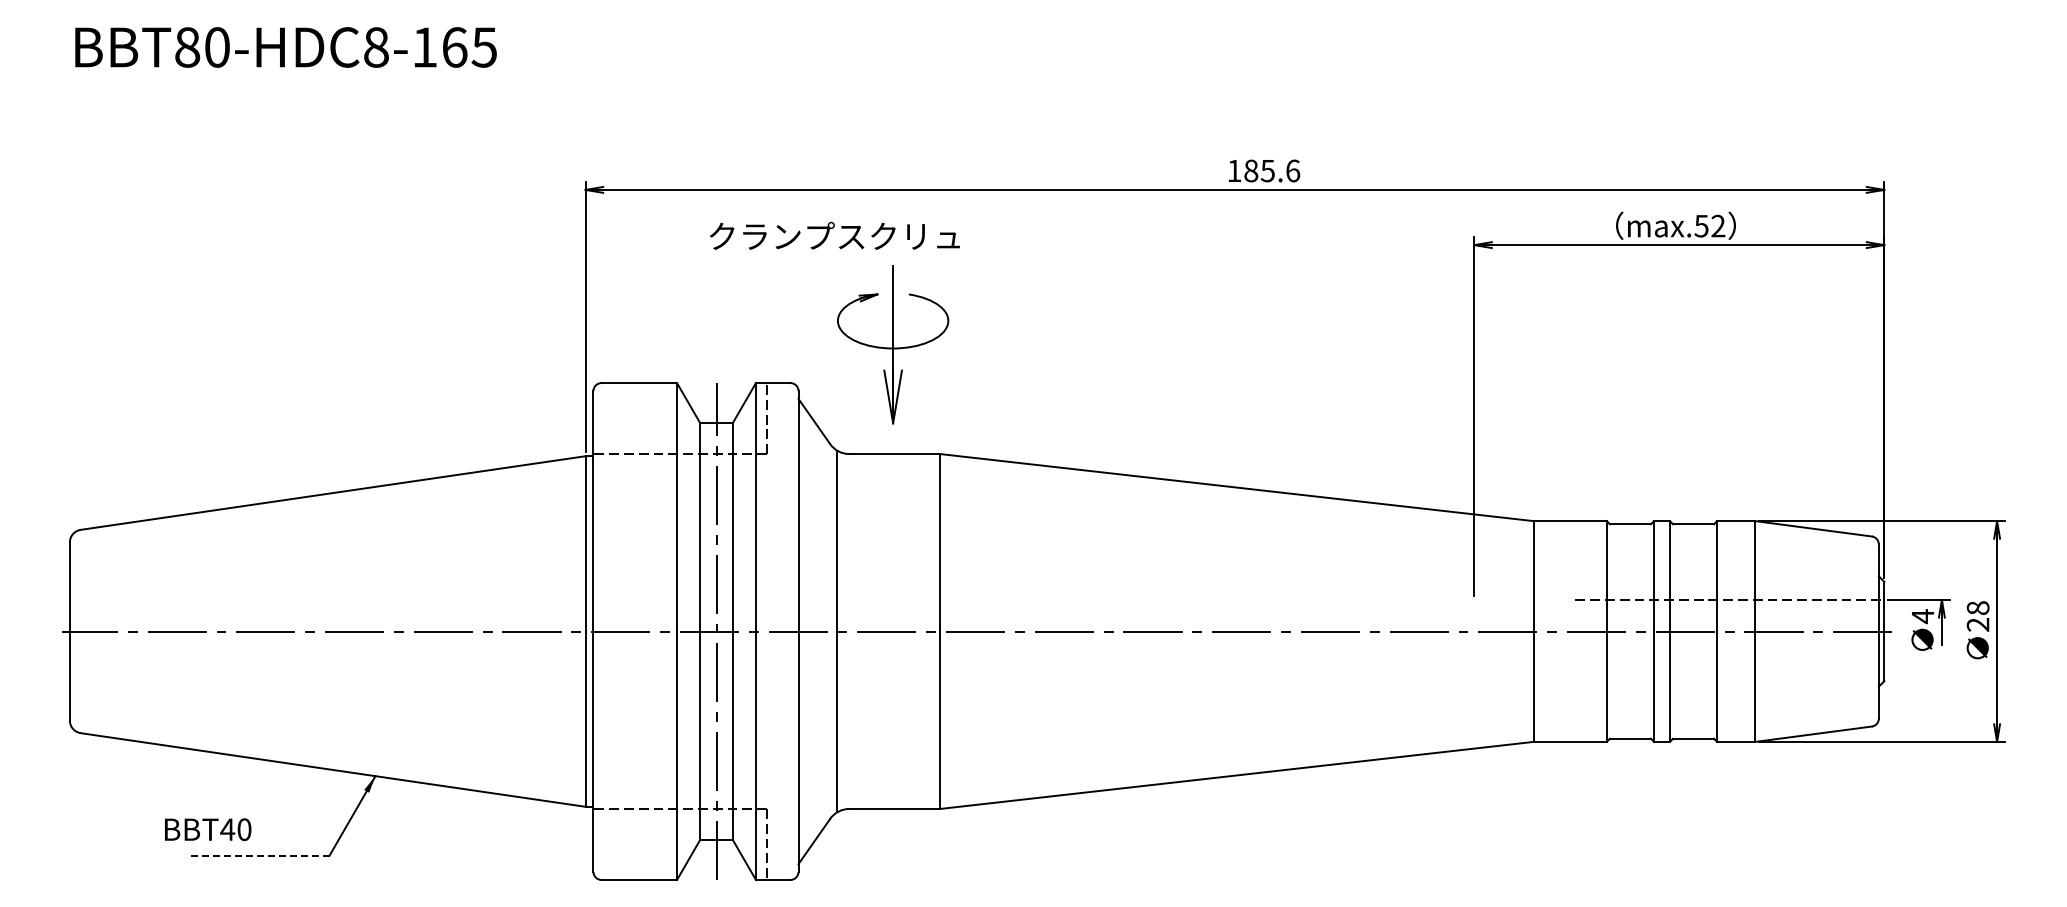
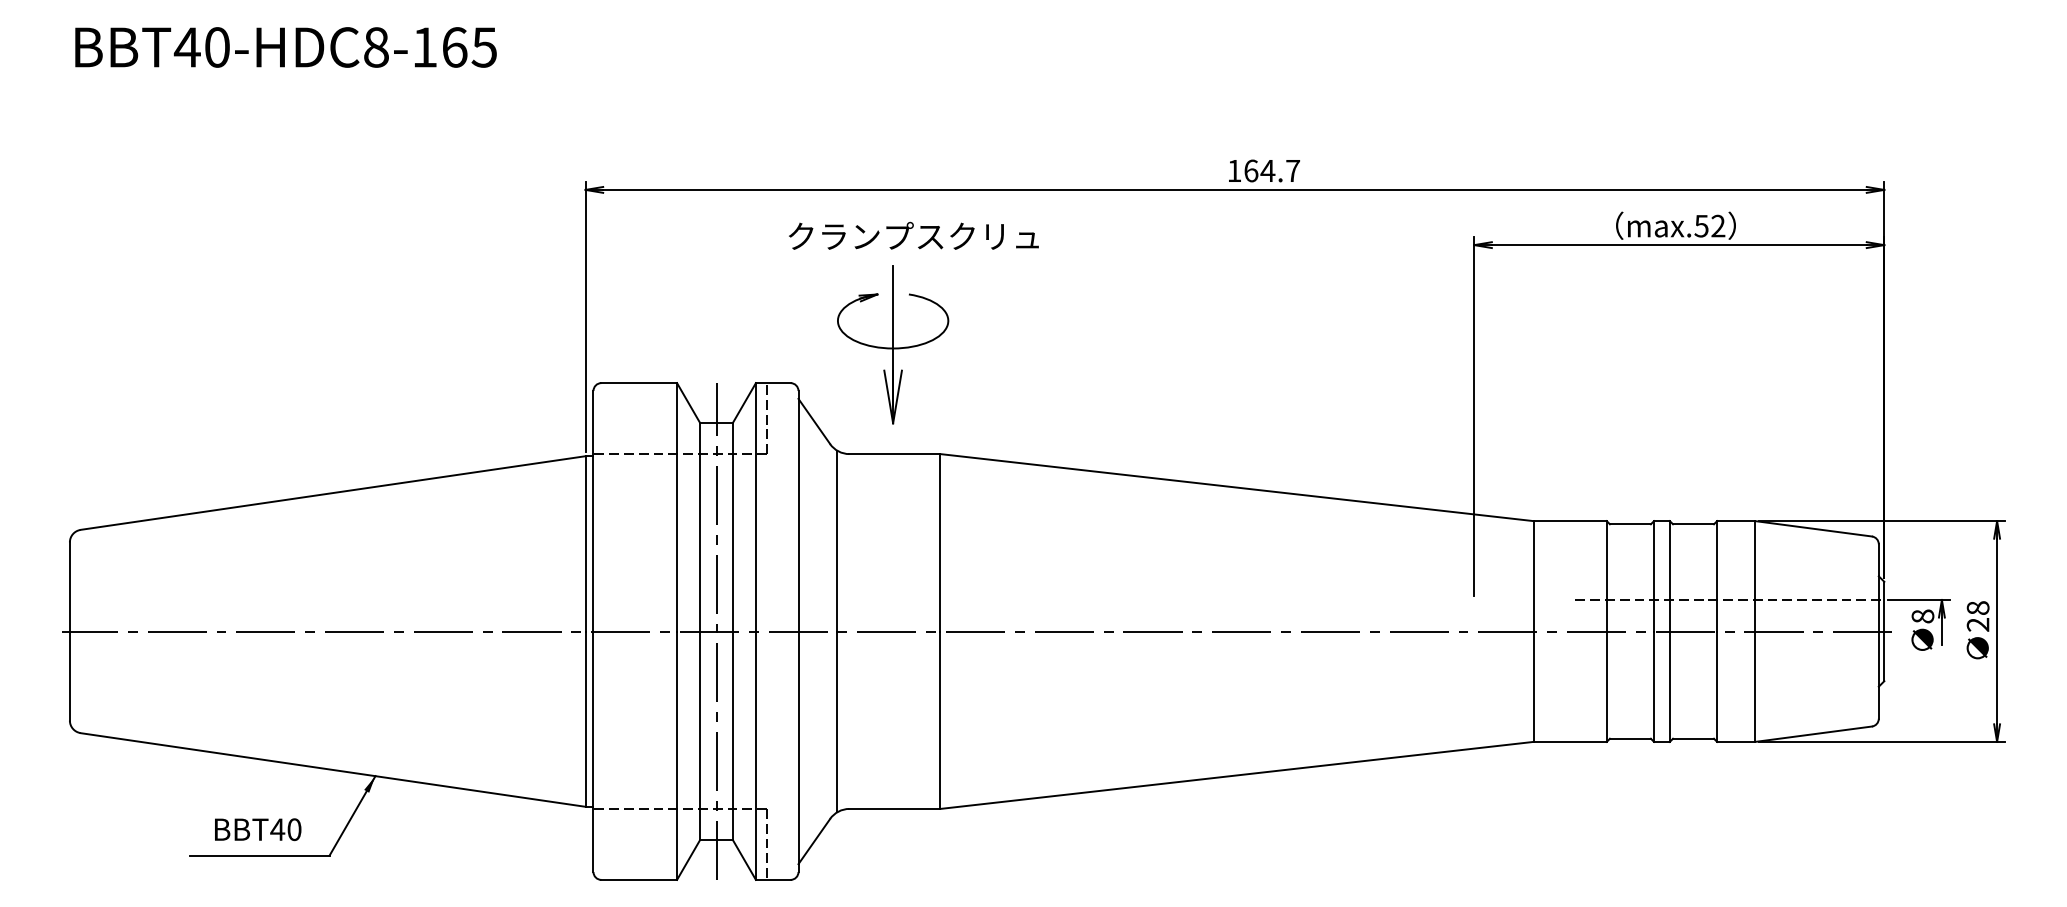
text at (186, 47): BBT80-HDC8-165 -> BBT40-HDC8-165
text at (1272, 170): 185.6 -> 164.7
text at (834, 235) position: (834, 235) -> (913, 235)
text at (1922, 616): 4 -> 8
text at (208, 829) position: (208, 829) -> (258, 829)
line at (259, 855): dashed -> solid
